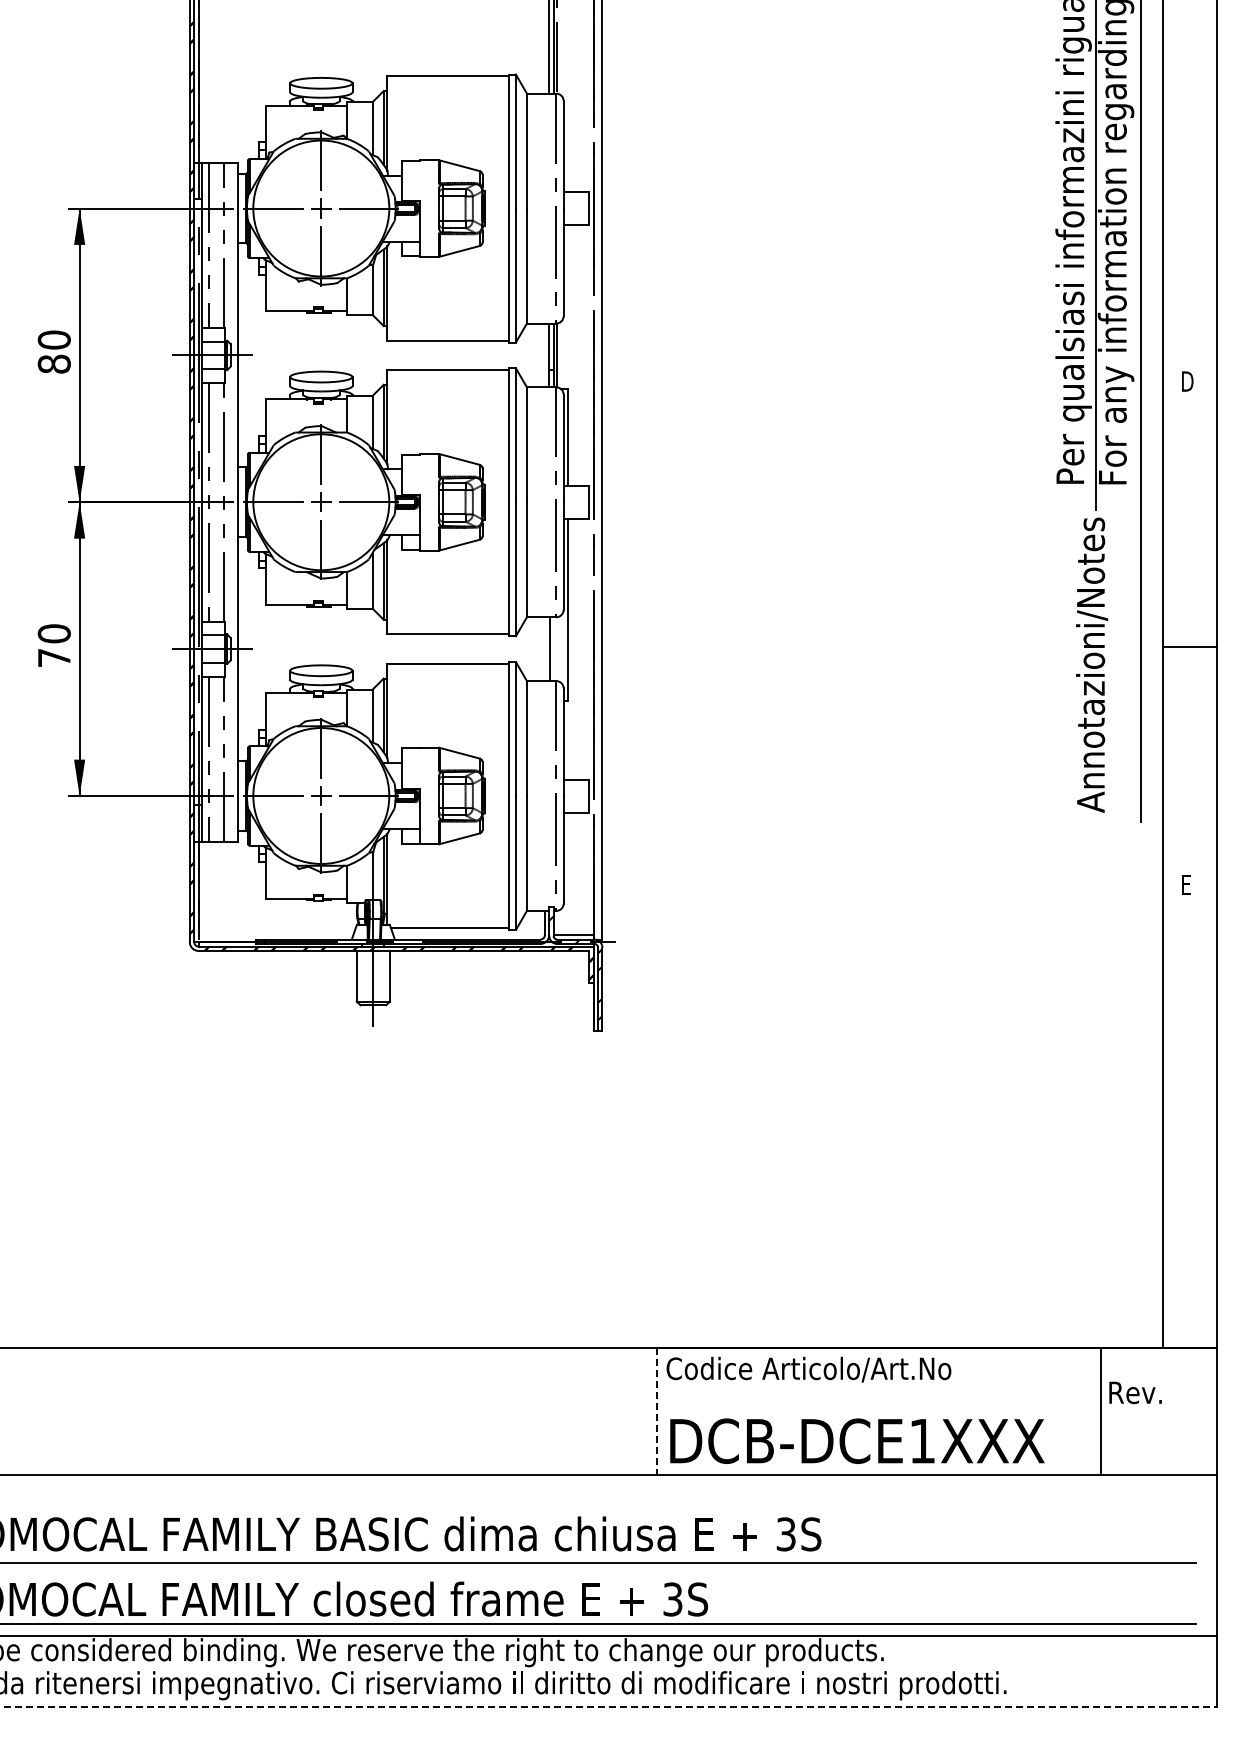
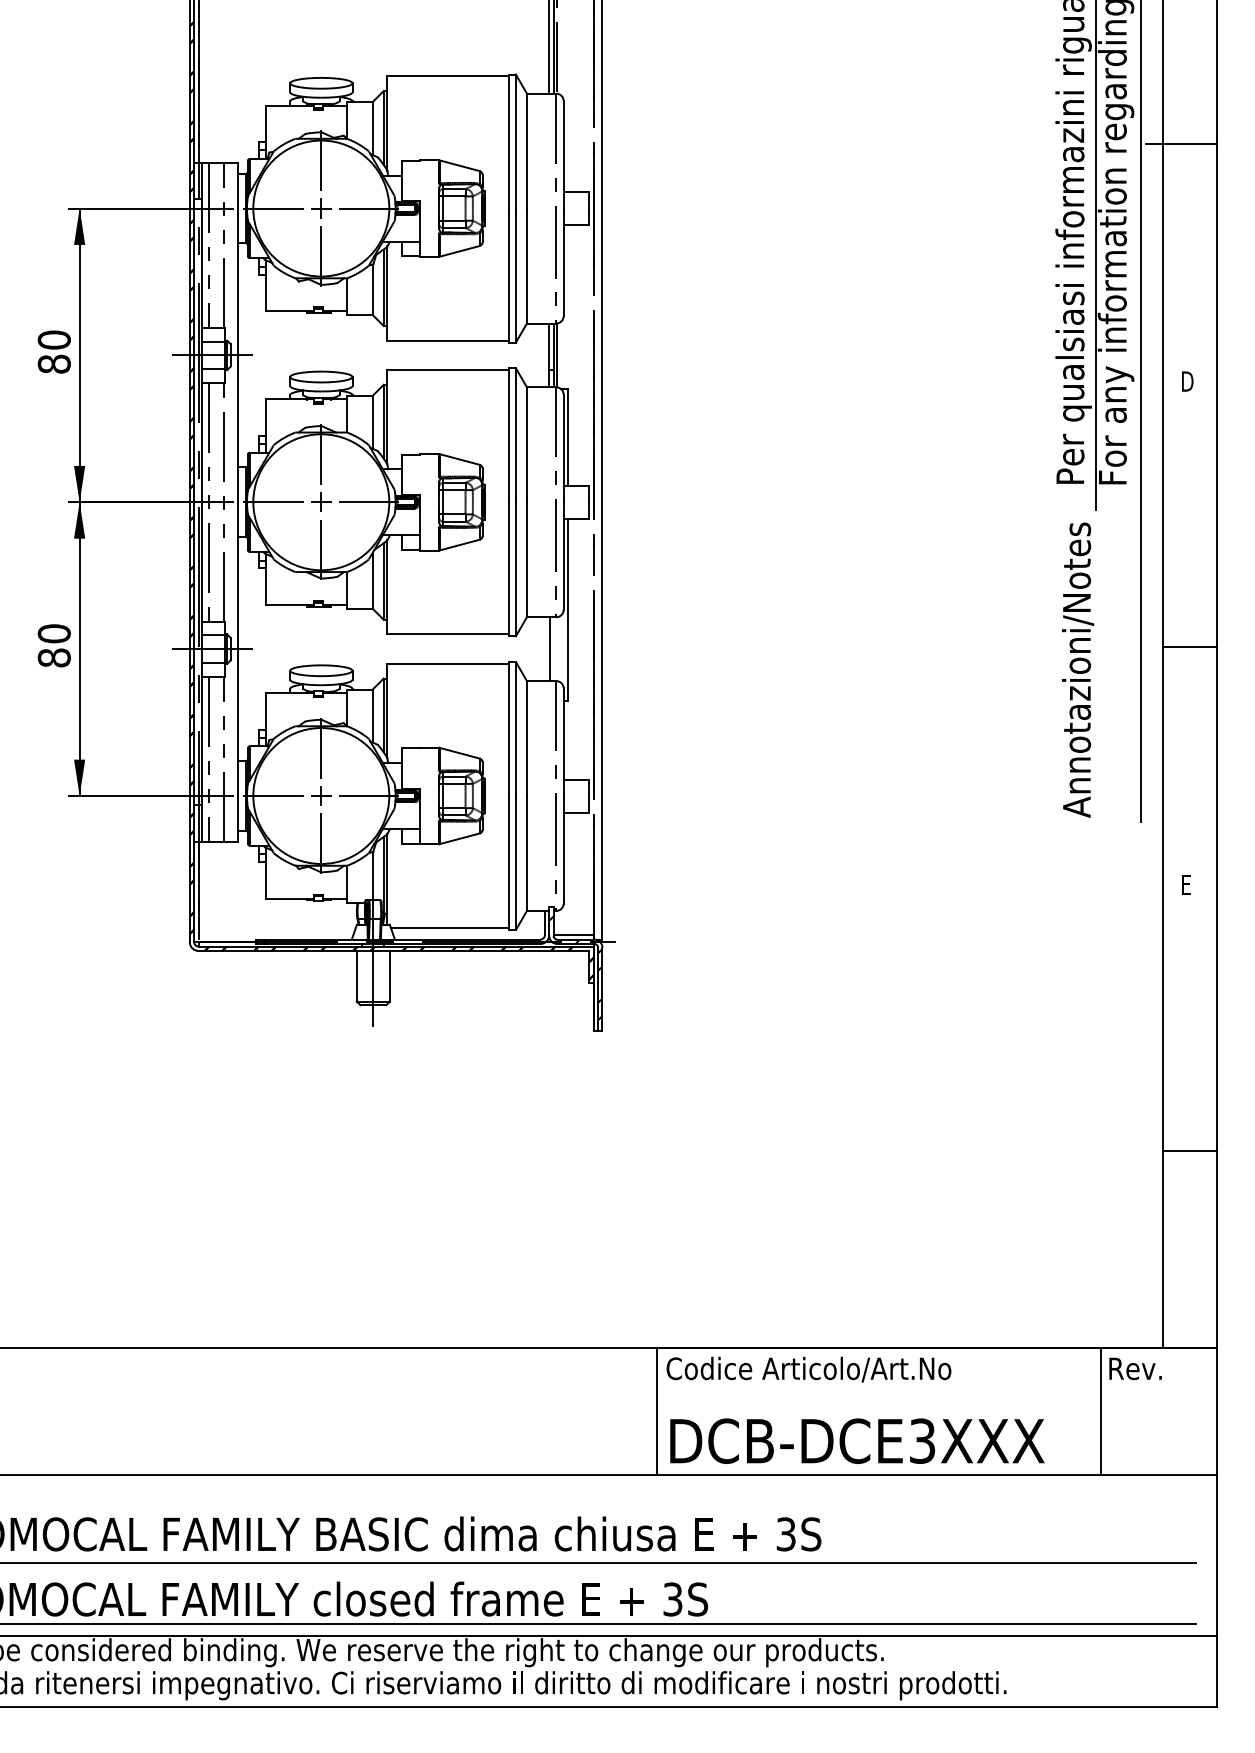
line at (1181, 143): none -> present
text at (53, 657): 70 -> 80
text at (1092, 664) position: (1092, 664) -> (1078, 669)
line at (1190, 1150): none -> present
text at (1135, 1392) position: (1135, 1392) -> (1135, 1368)
line at (656, 1412): dashed -> solid
text at (922, 1440): DCB-DCE1XXX -> DCB-DCE3XXX
line at (609, 1707): dashed -> solid
